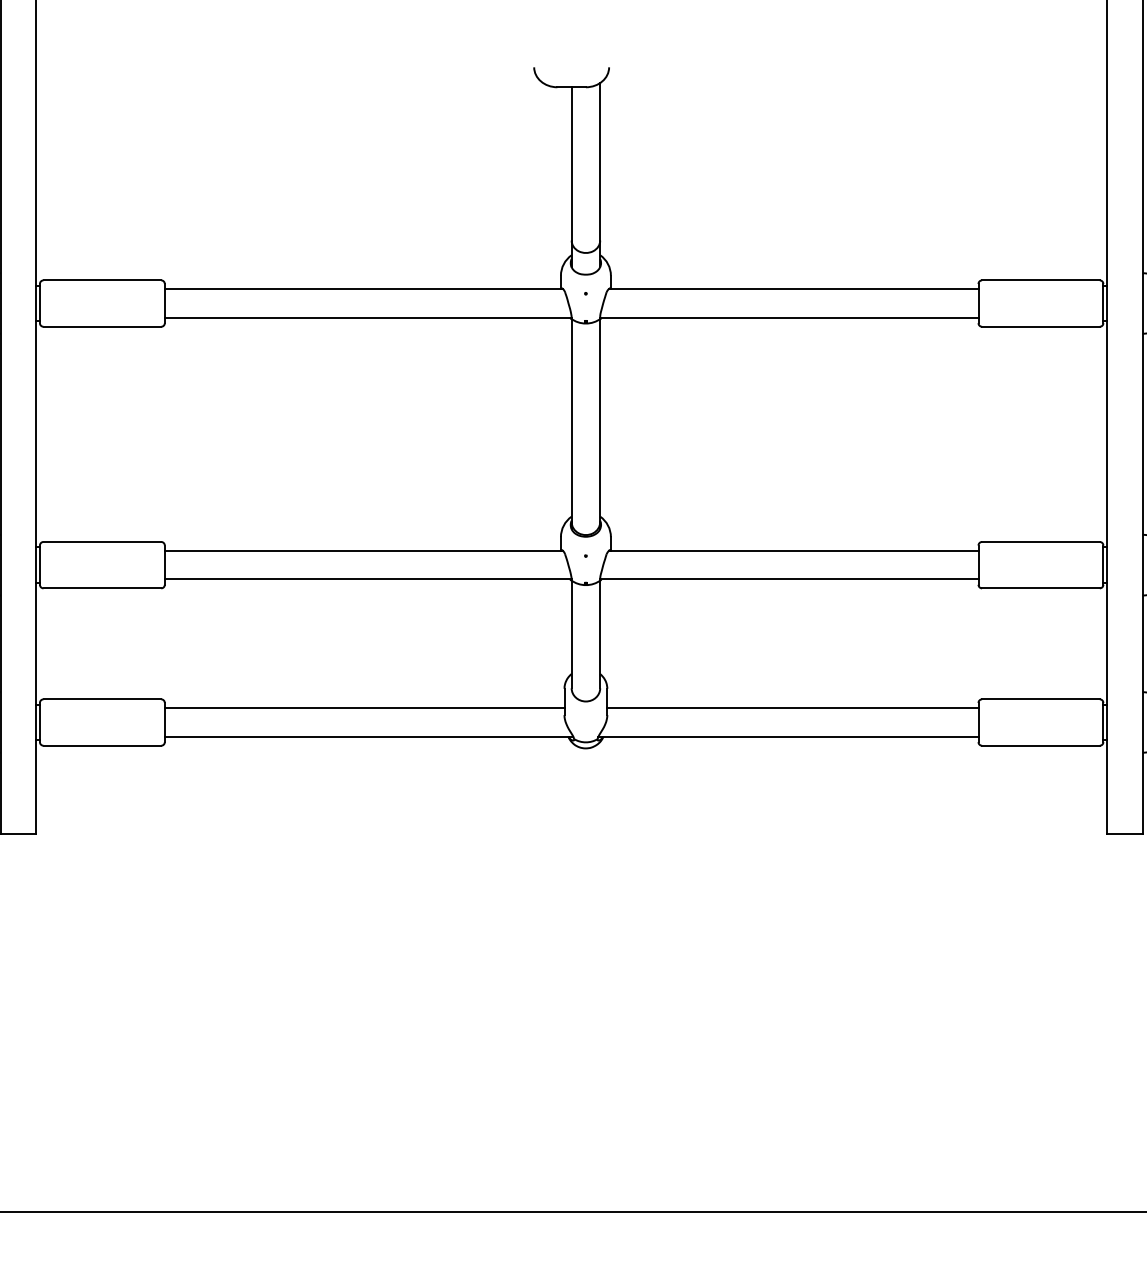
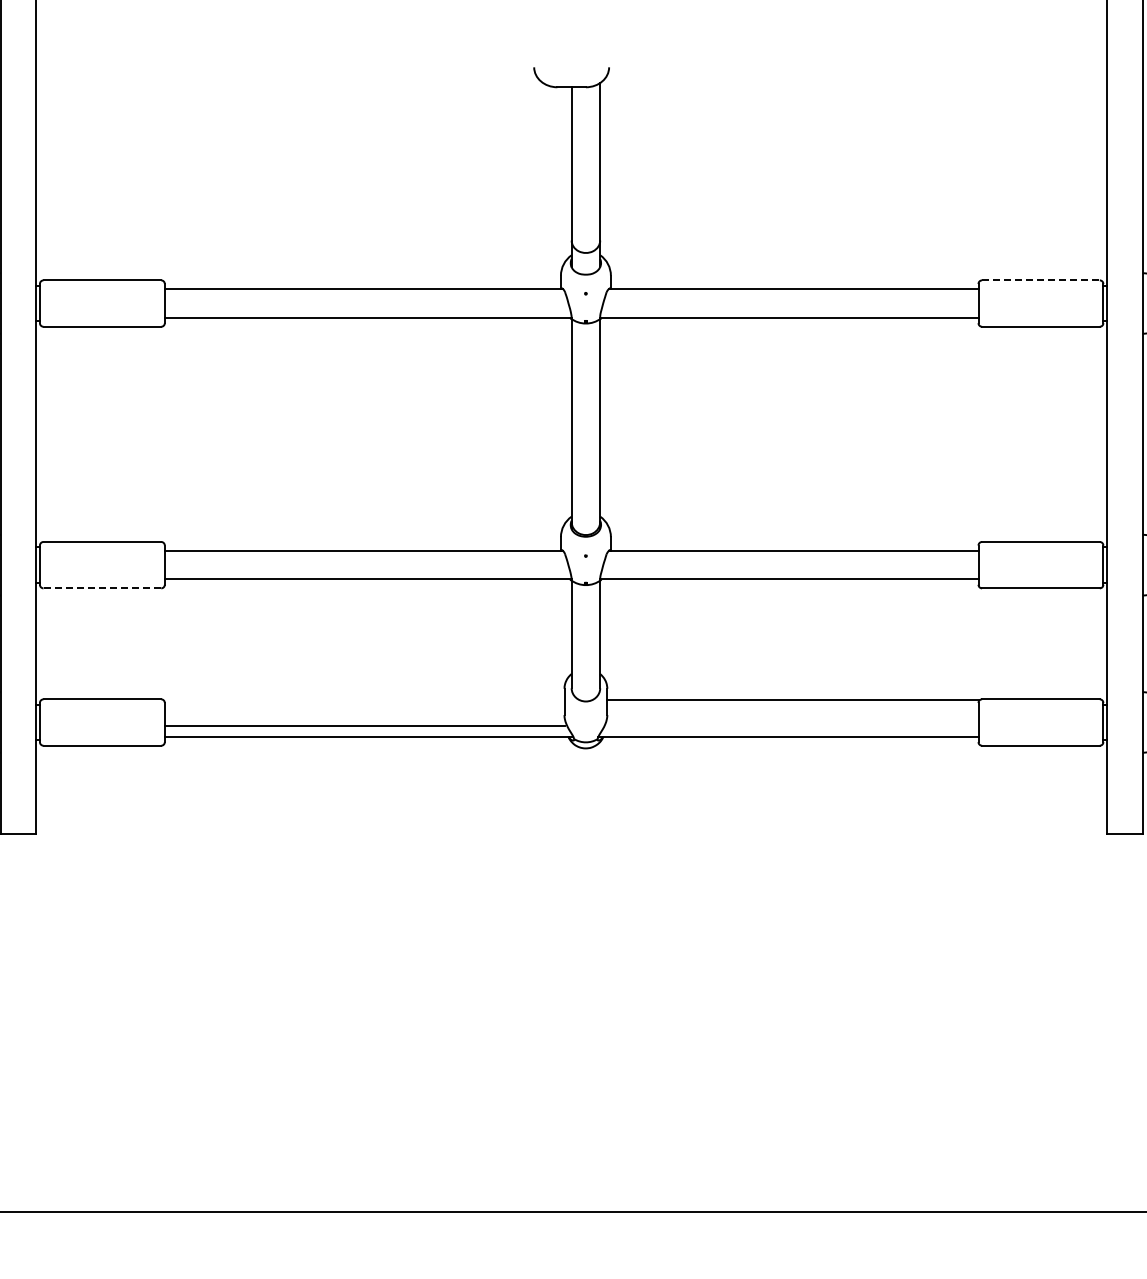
line at (1040, 280): solid -> dashed
line at (102, 588): solid -> dashed
line at (364, 708) position: (364, 708) -> (364, 726)
line at (792, 708) position: (792, 708) -> (792, 700)
